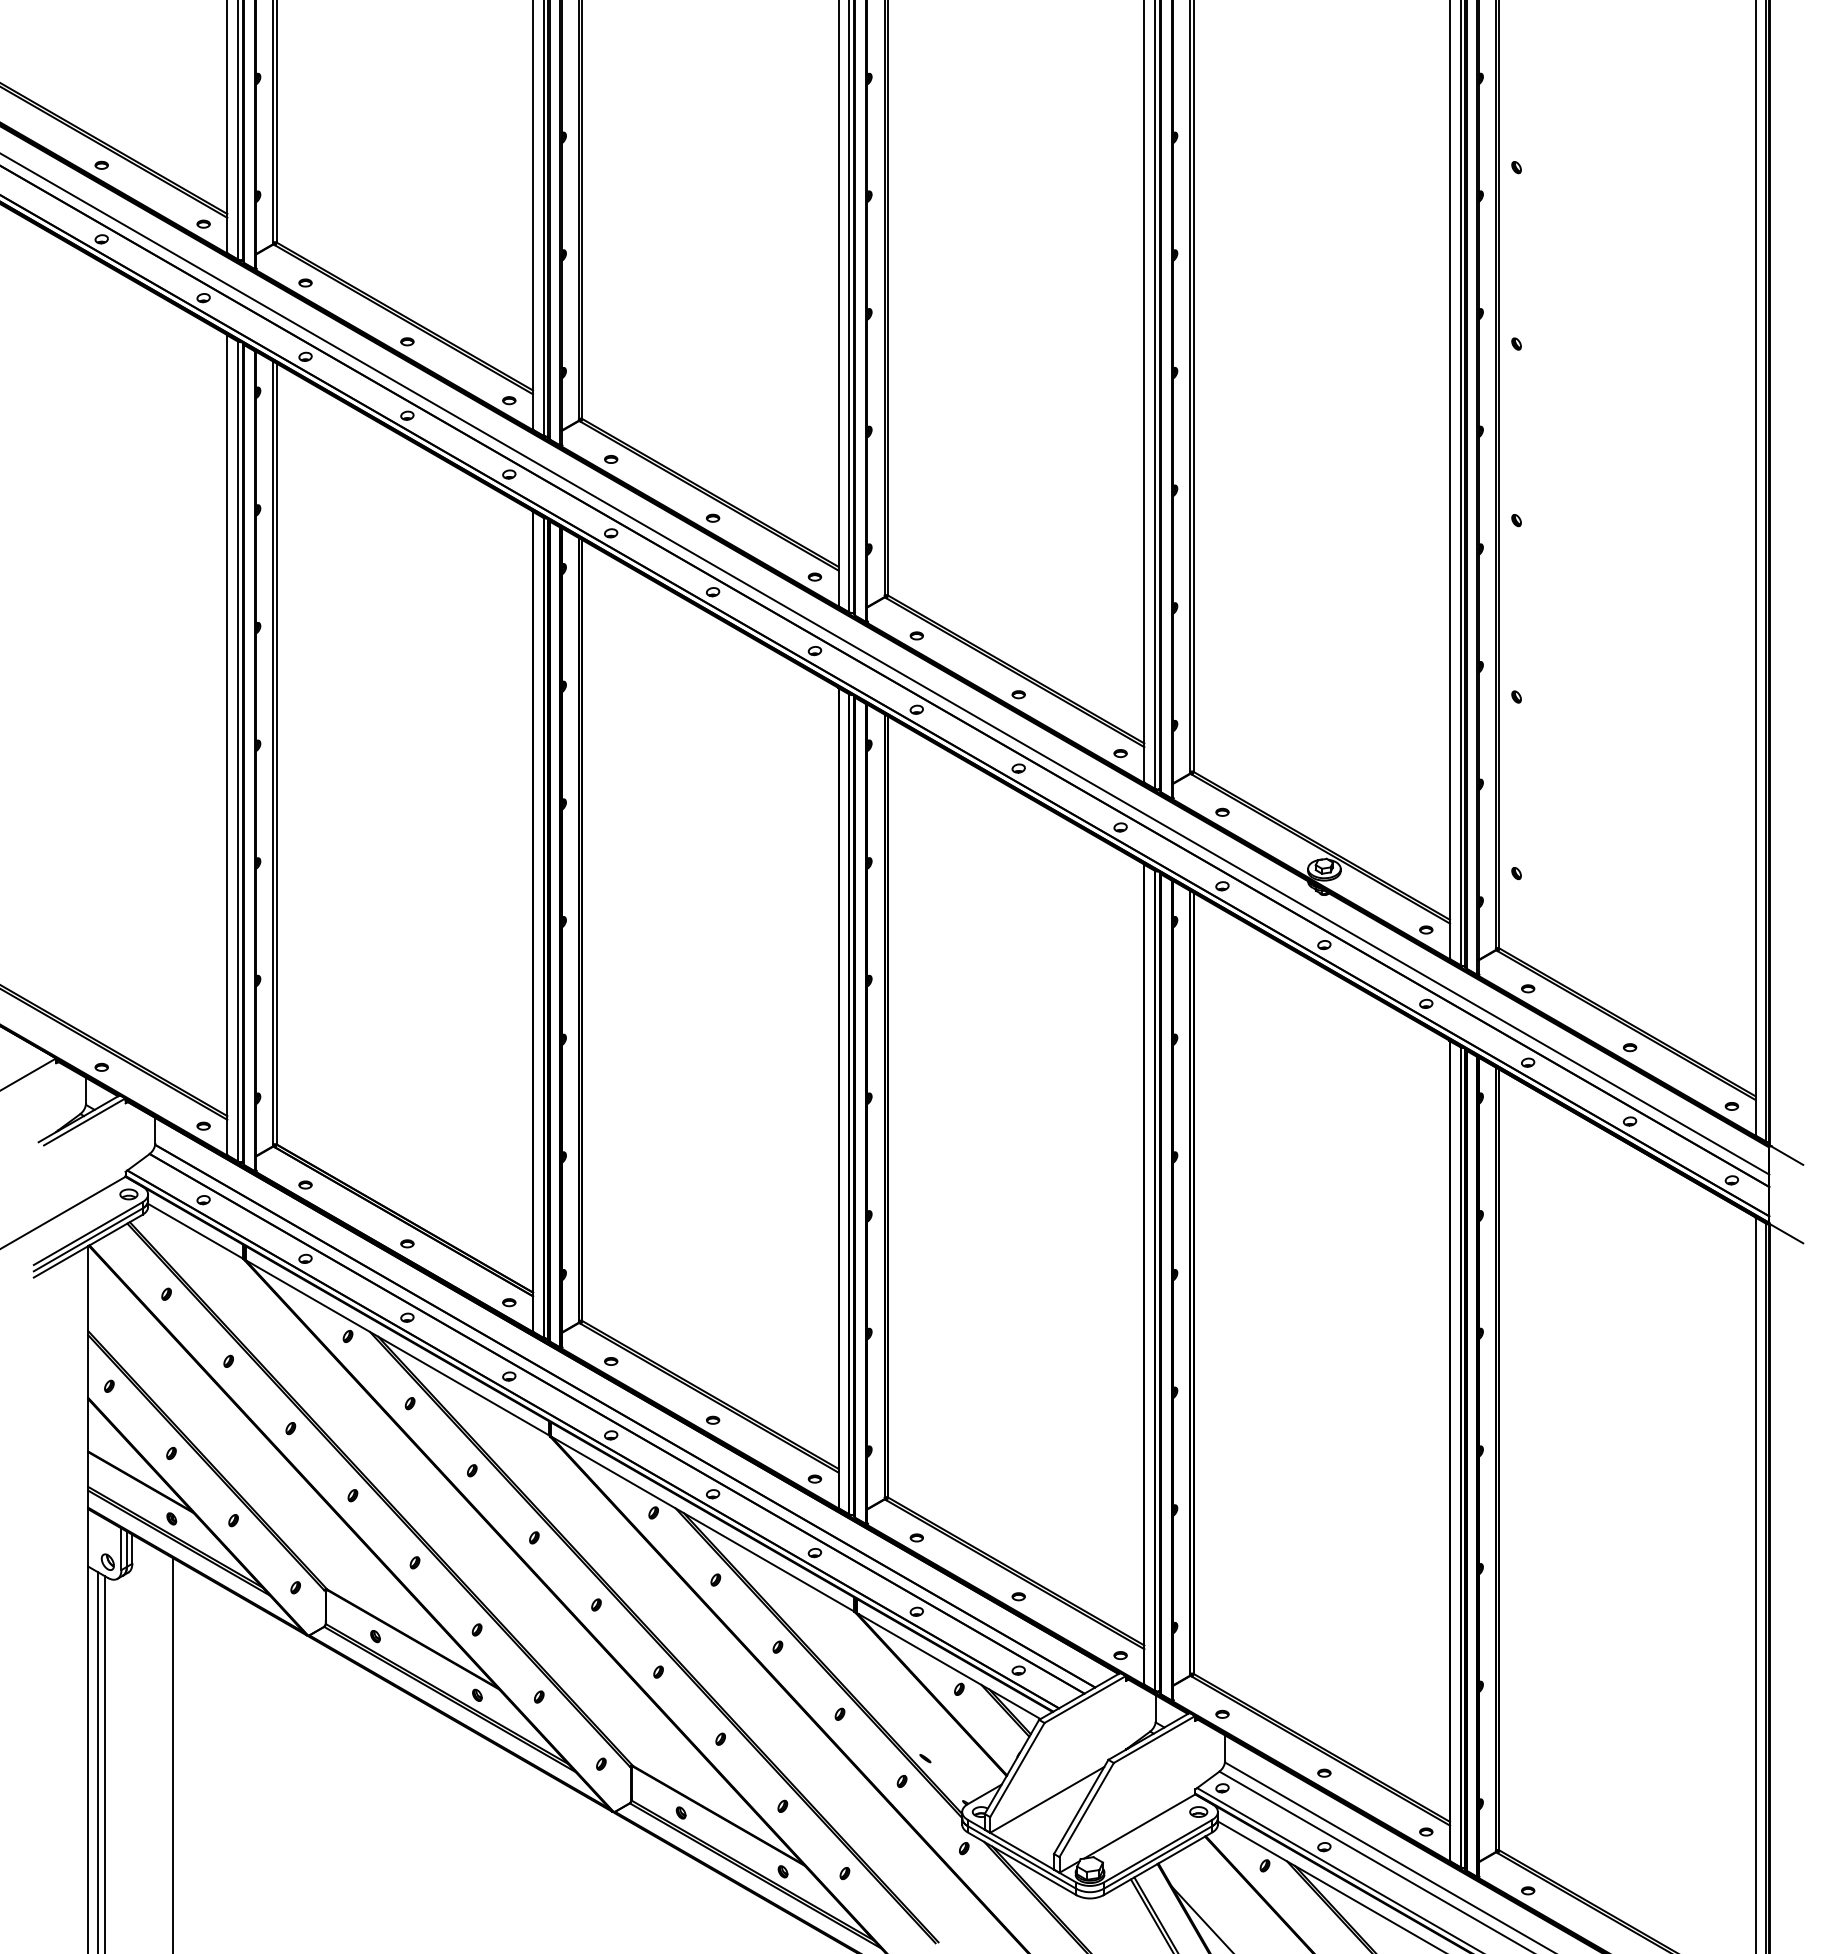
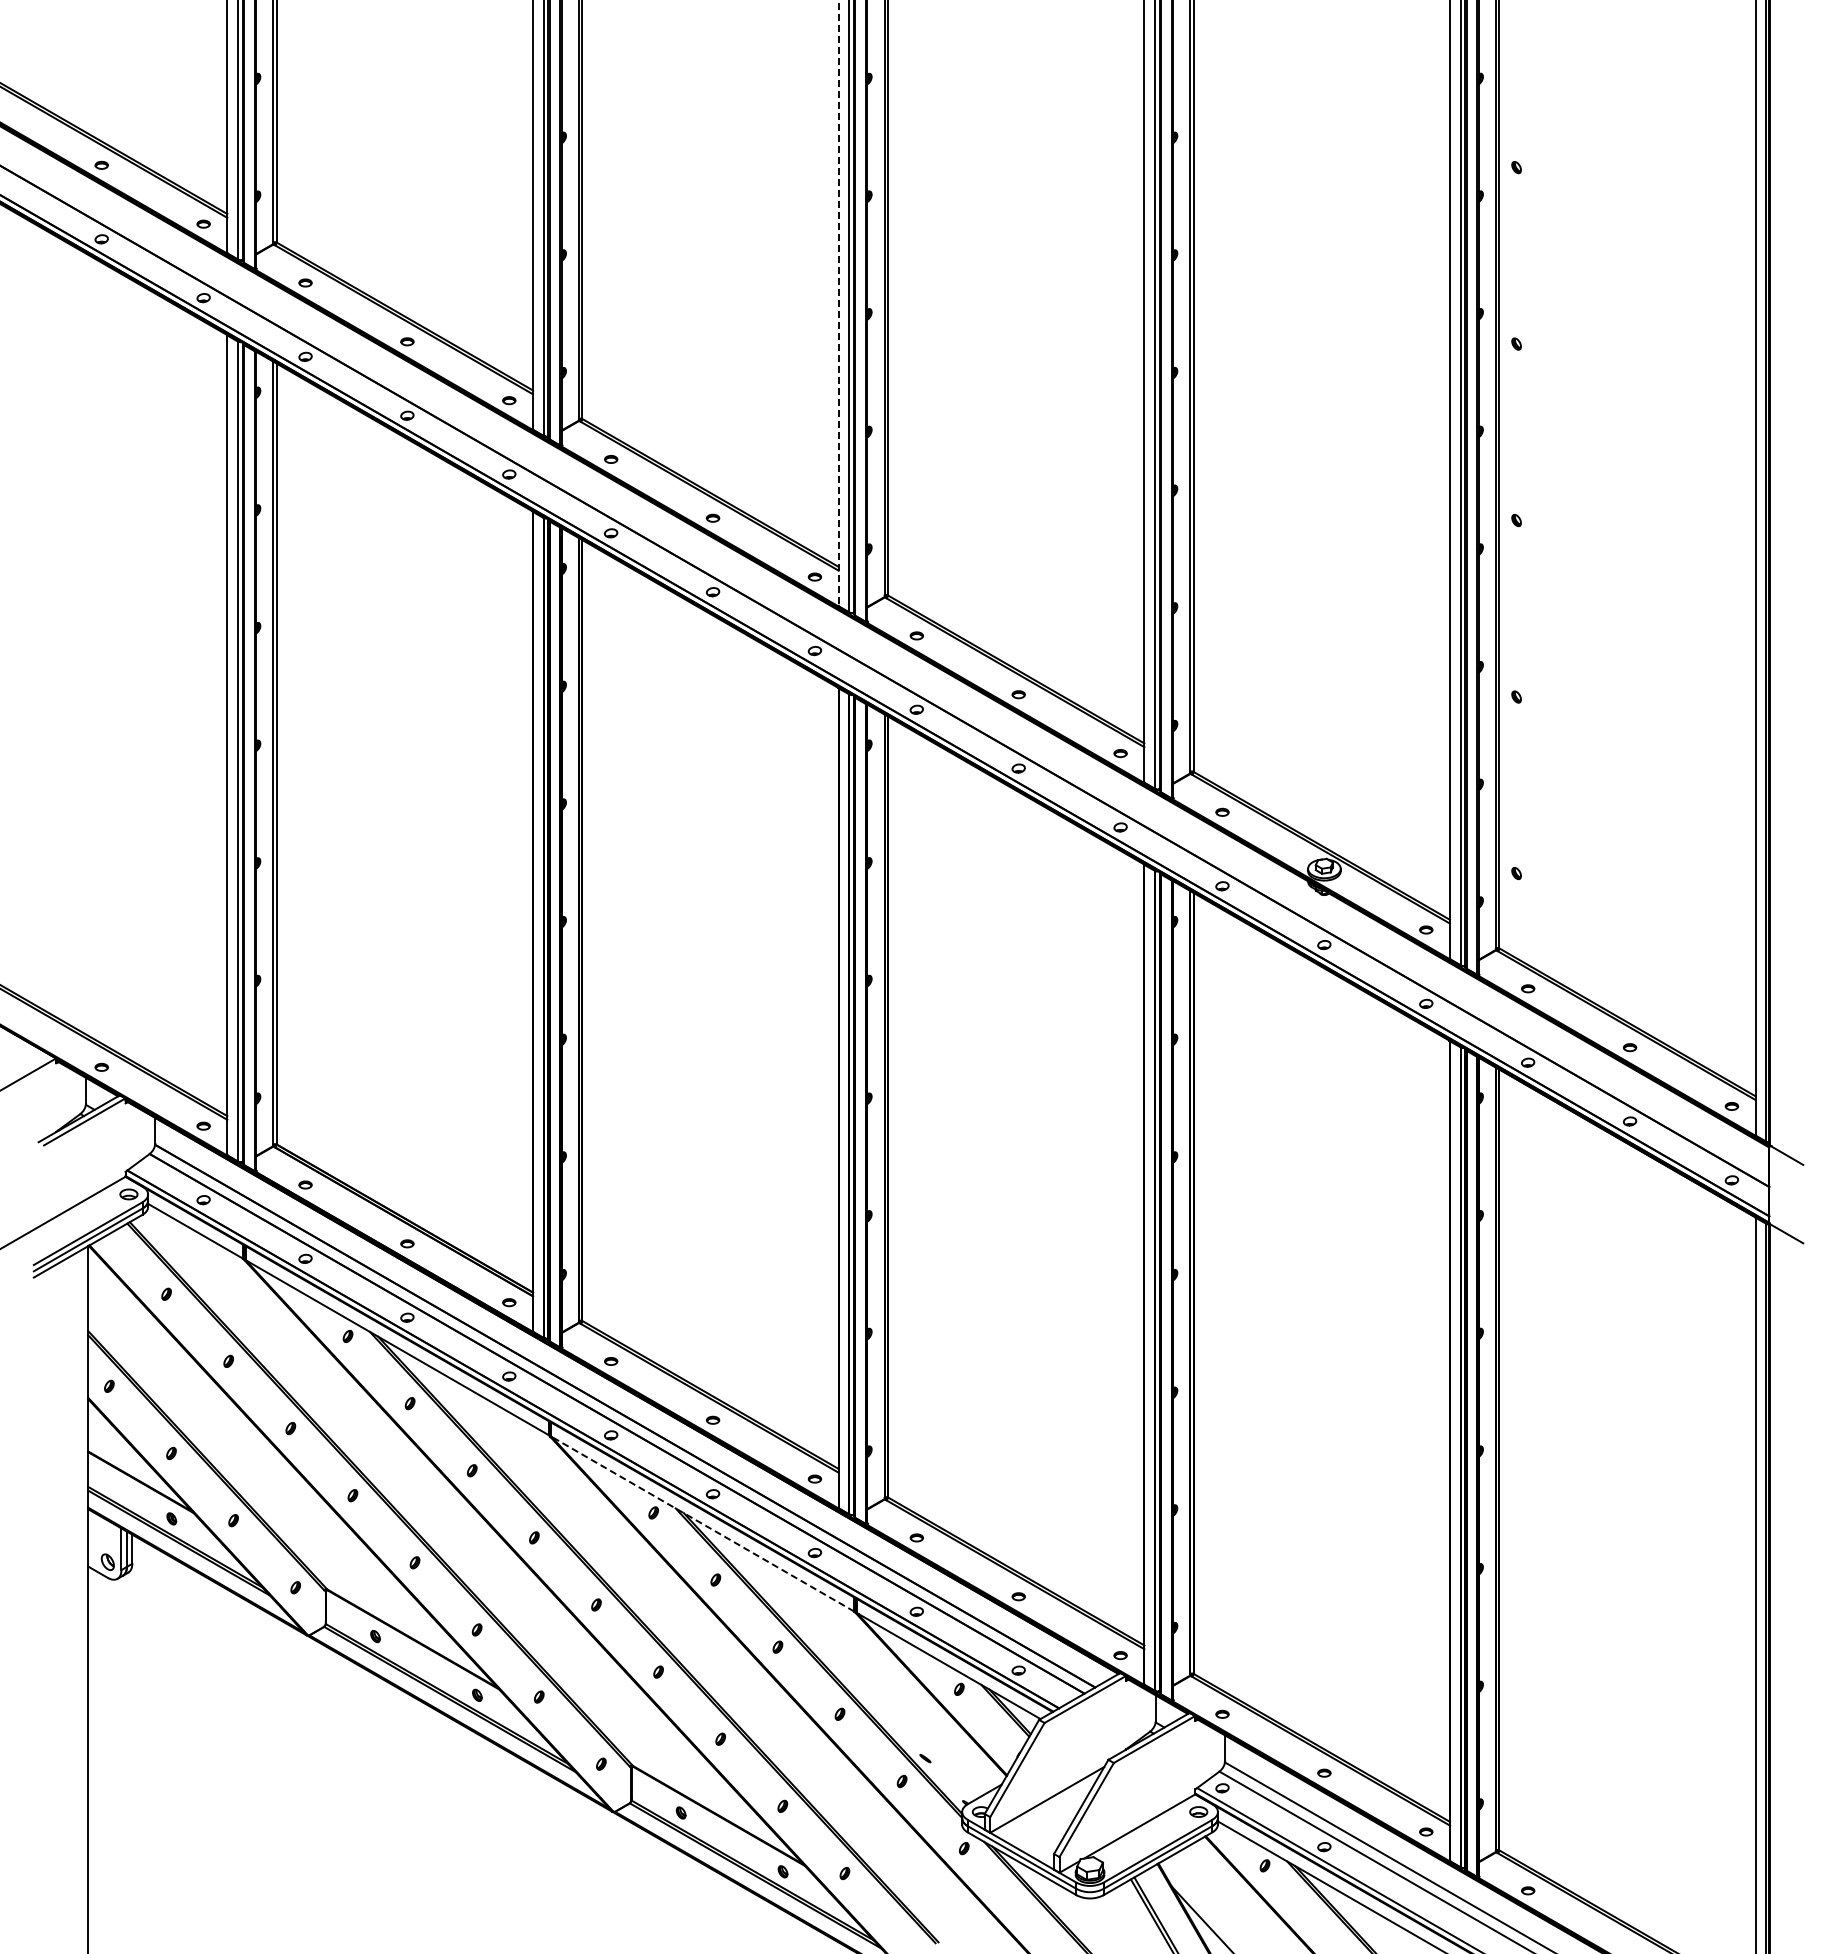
line at (838, 303): solid -> dashed
line at (885, 664): present -> none
line at (702, 1524): solid -> dashed
line at (173, 1754): present -> none
line at (98, 1761): present -> none
line at (105, 1763): present -> none
